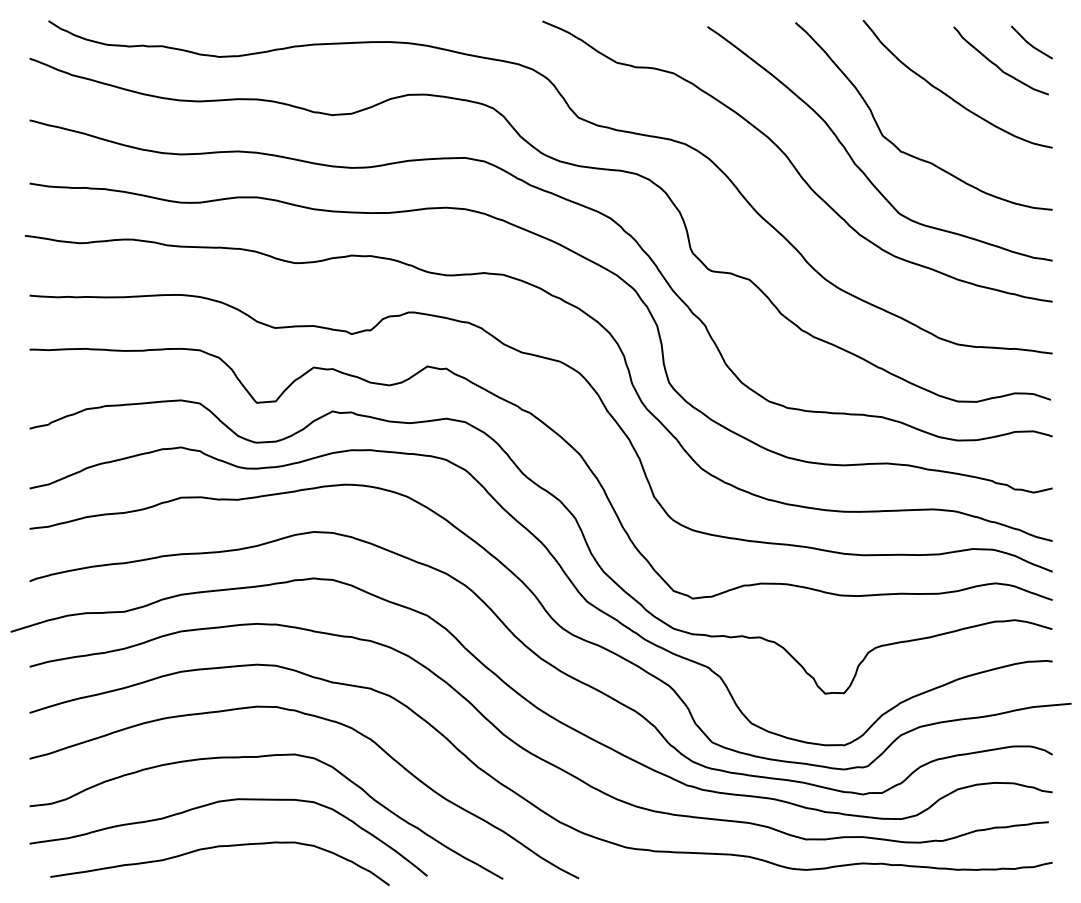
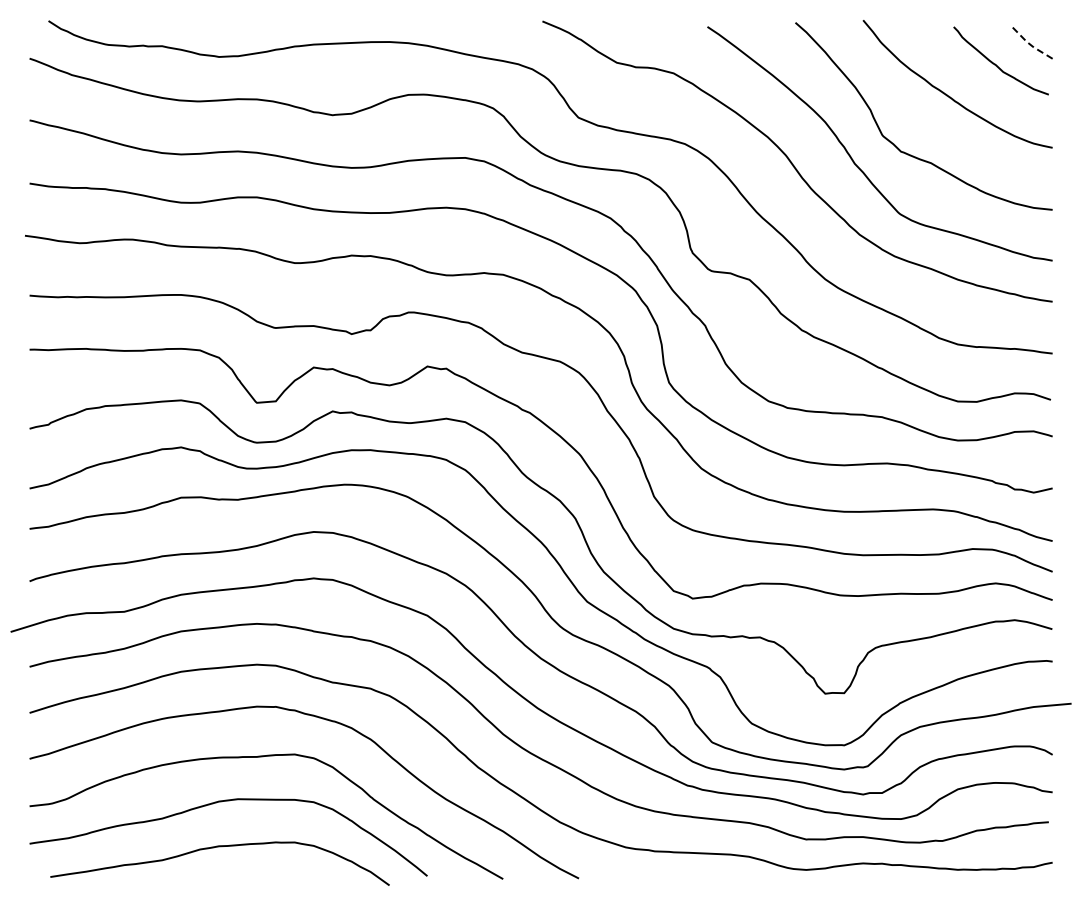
line at (1030, 44): solid -> dashed
